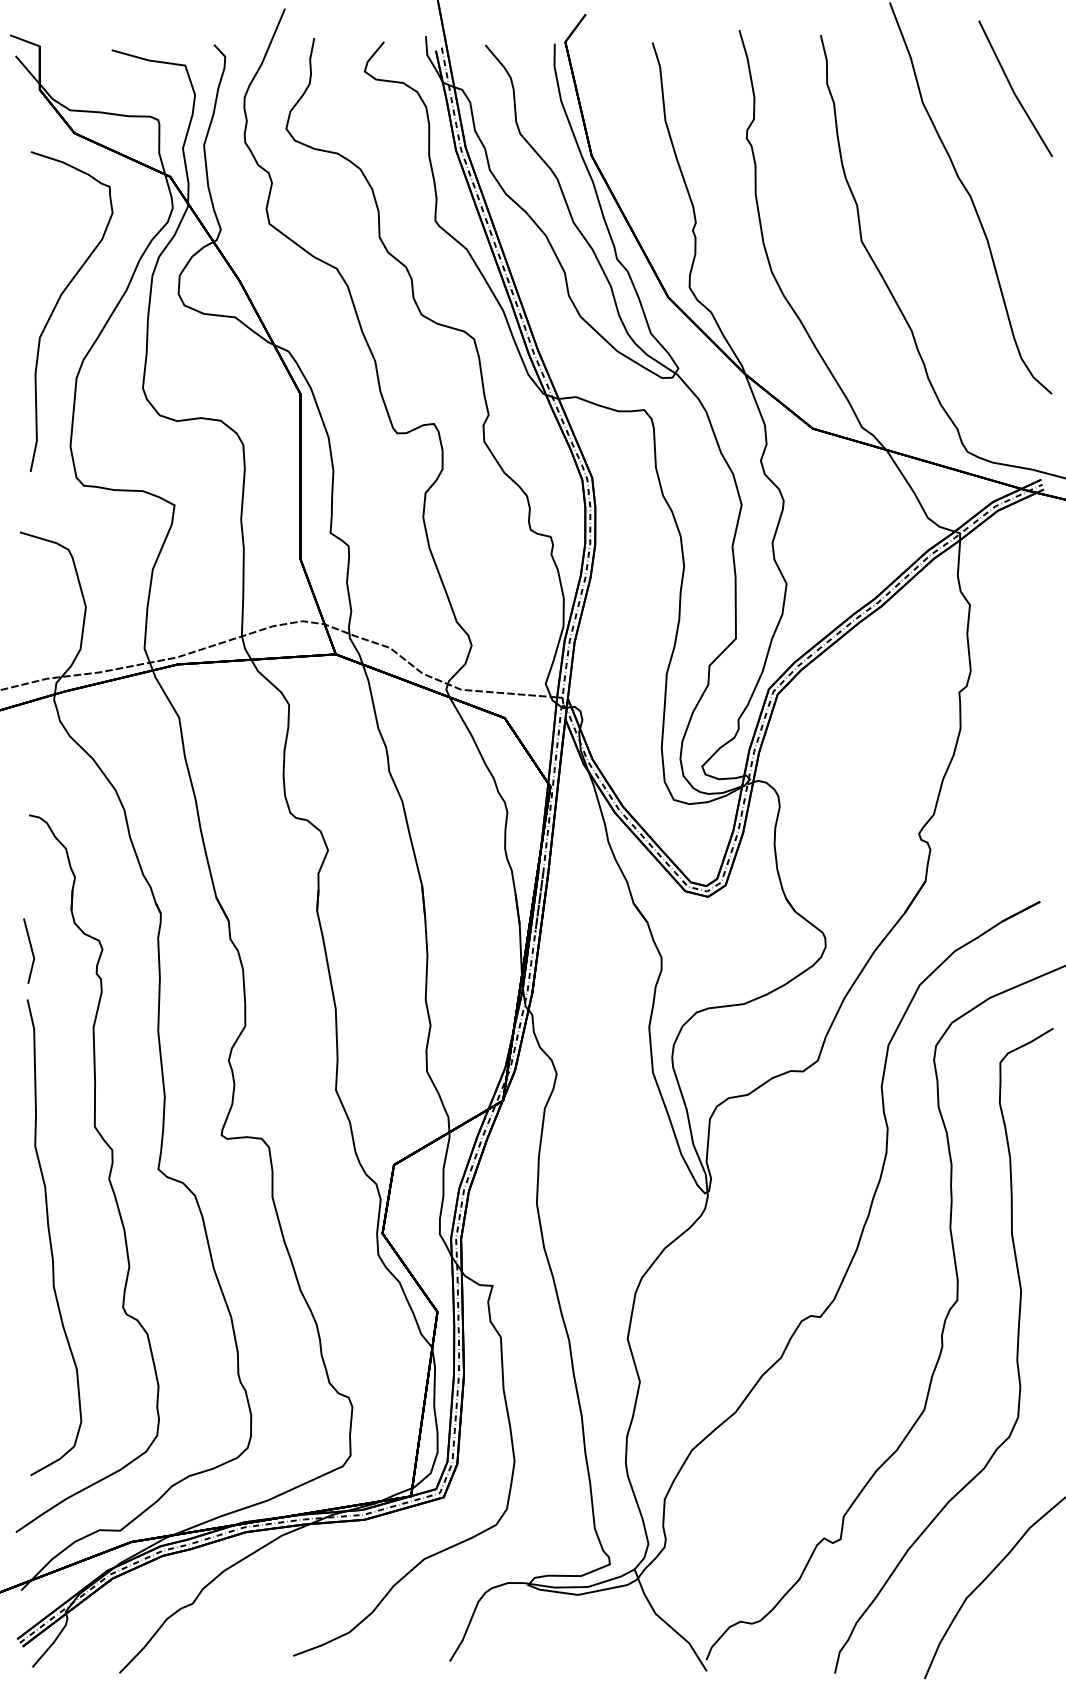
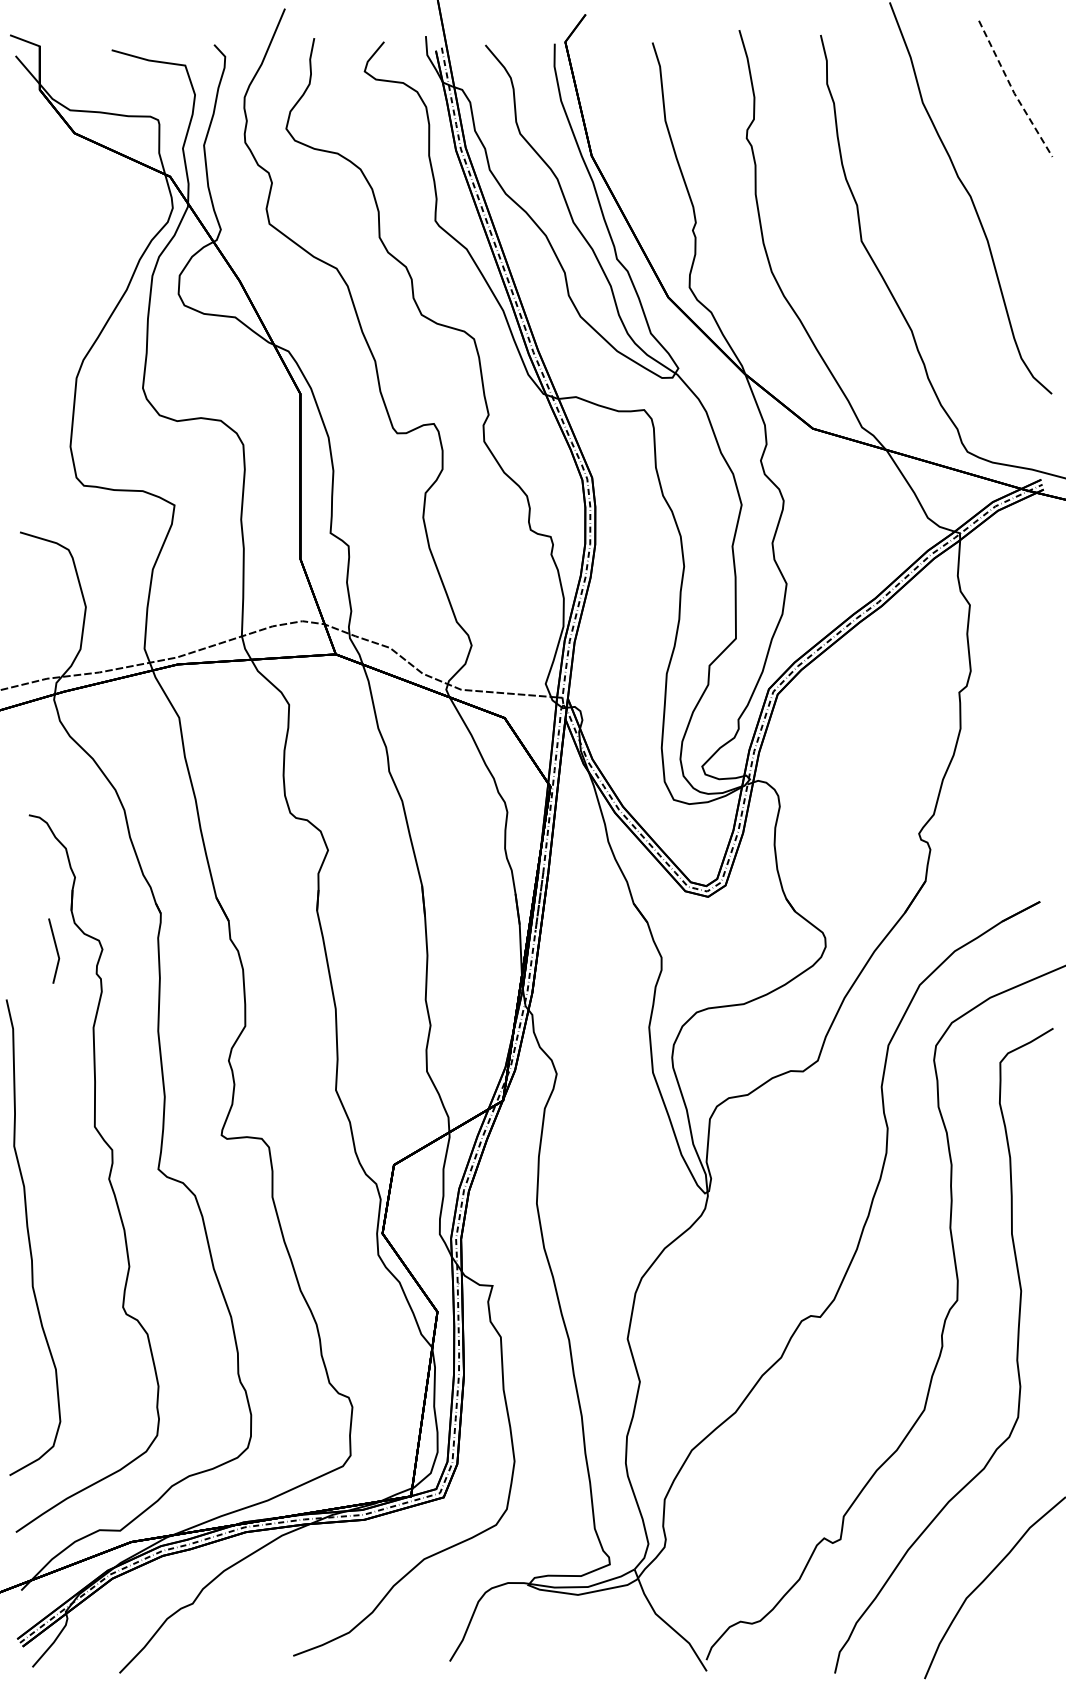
line at (1013, 91): solid -> dashed
curve at (57, 304): present -> none
line at (31, 950) position: (31, 950) -> (56, 950)
curve at (50, 1237) position: (50, 1237) -> (29, 1237)
